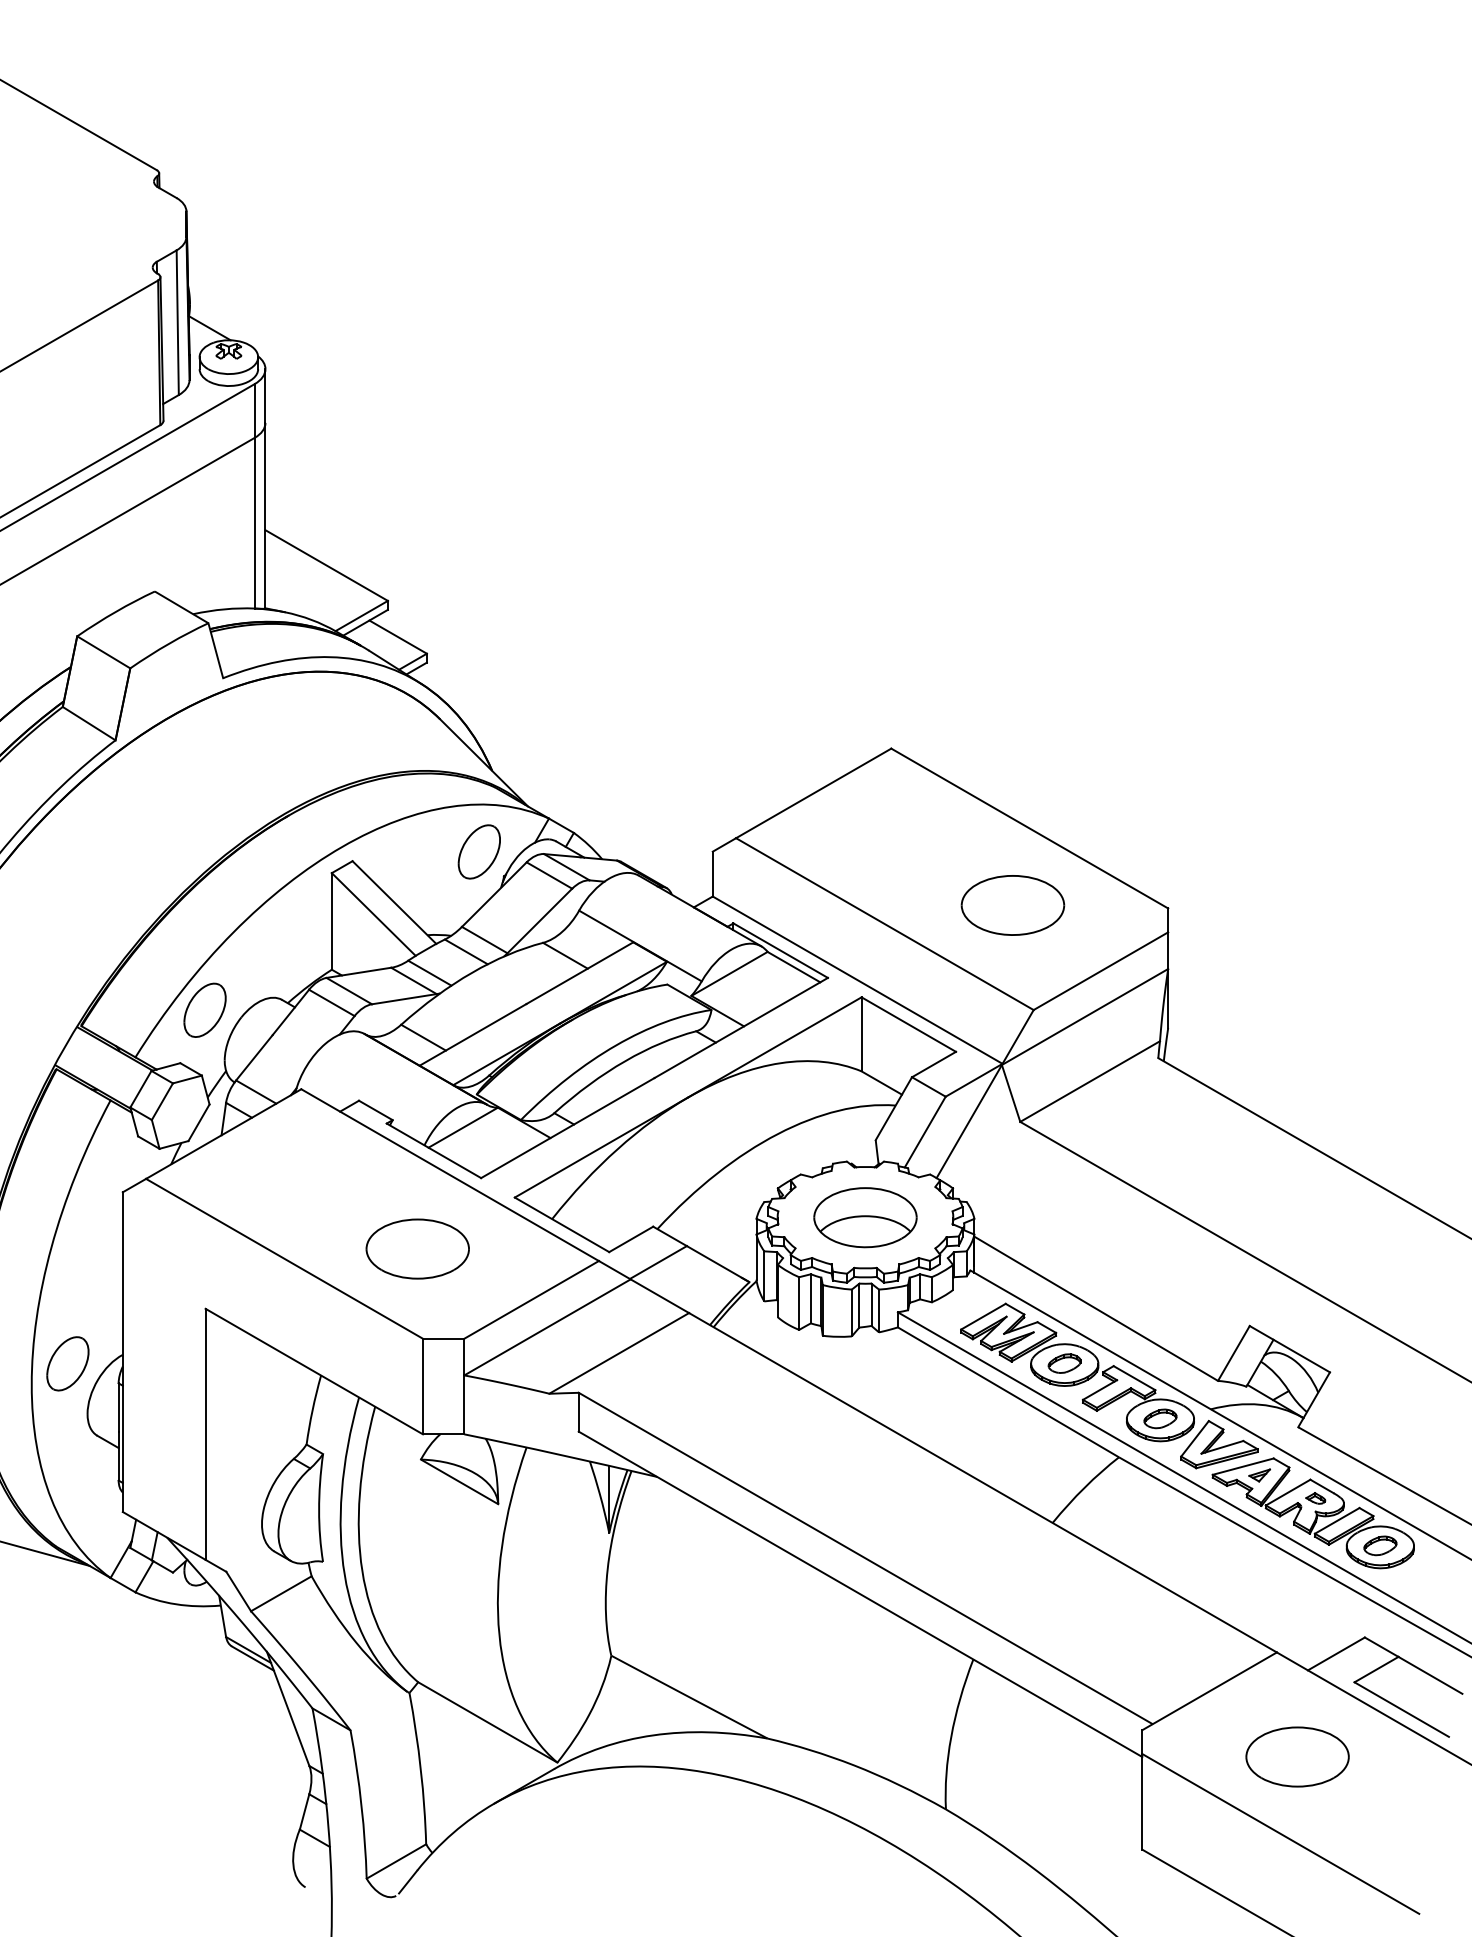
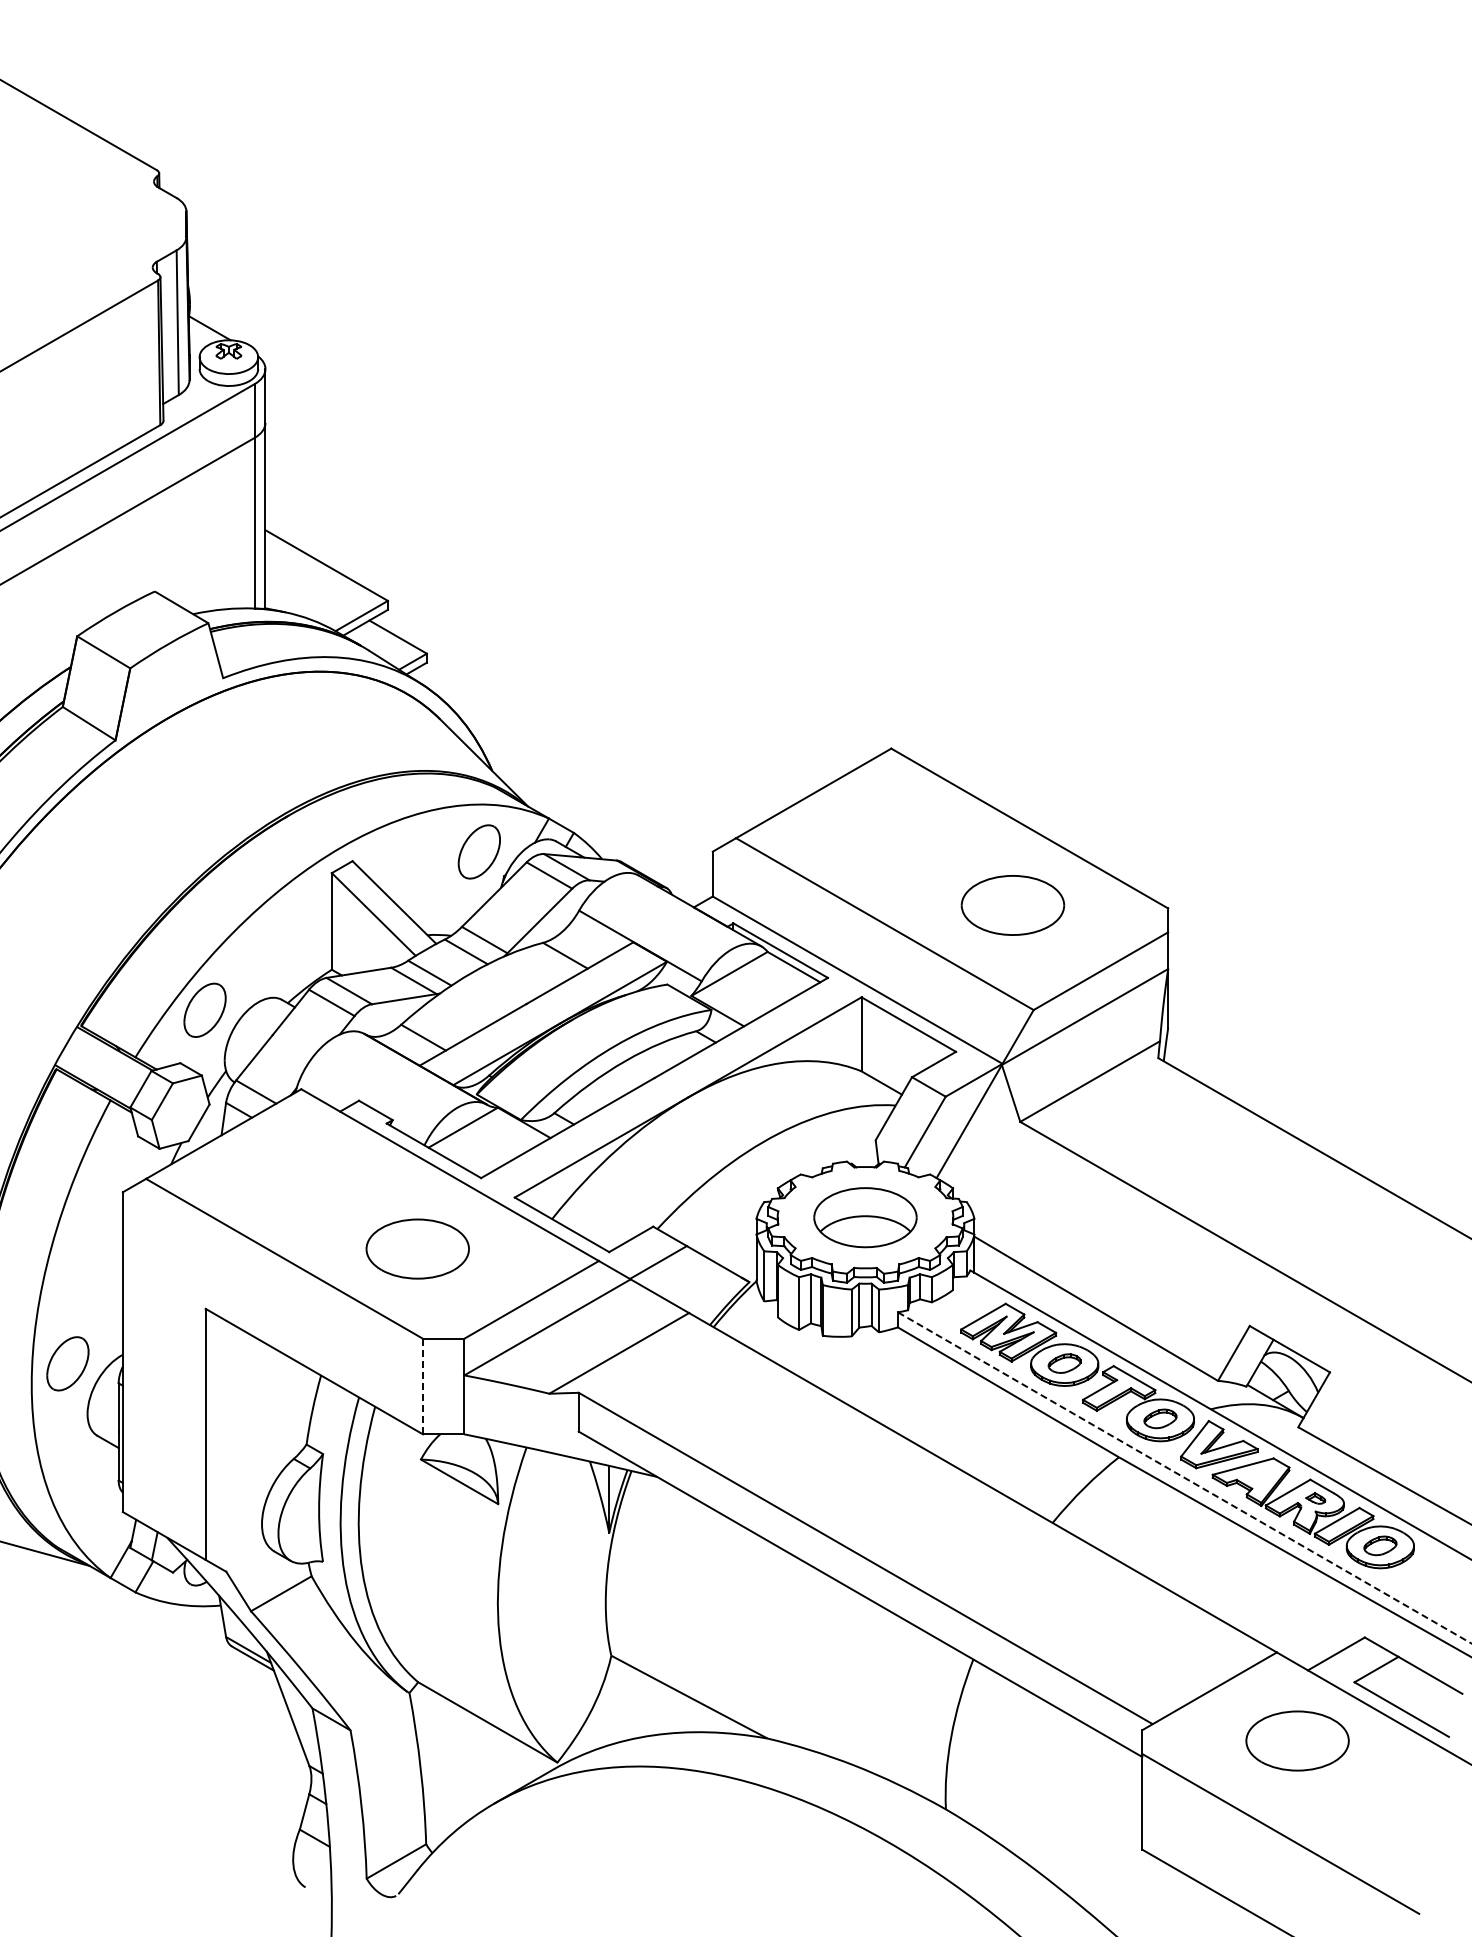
line at (422, 1386): solid -> dashed
part at (1259, 1475): present -> none
line at (1185, 1478): solid -> dashed
part at (1297, 1756) position: (1297, 1756) -> (1297, 1740)
